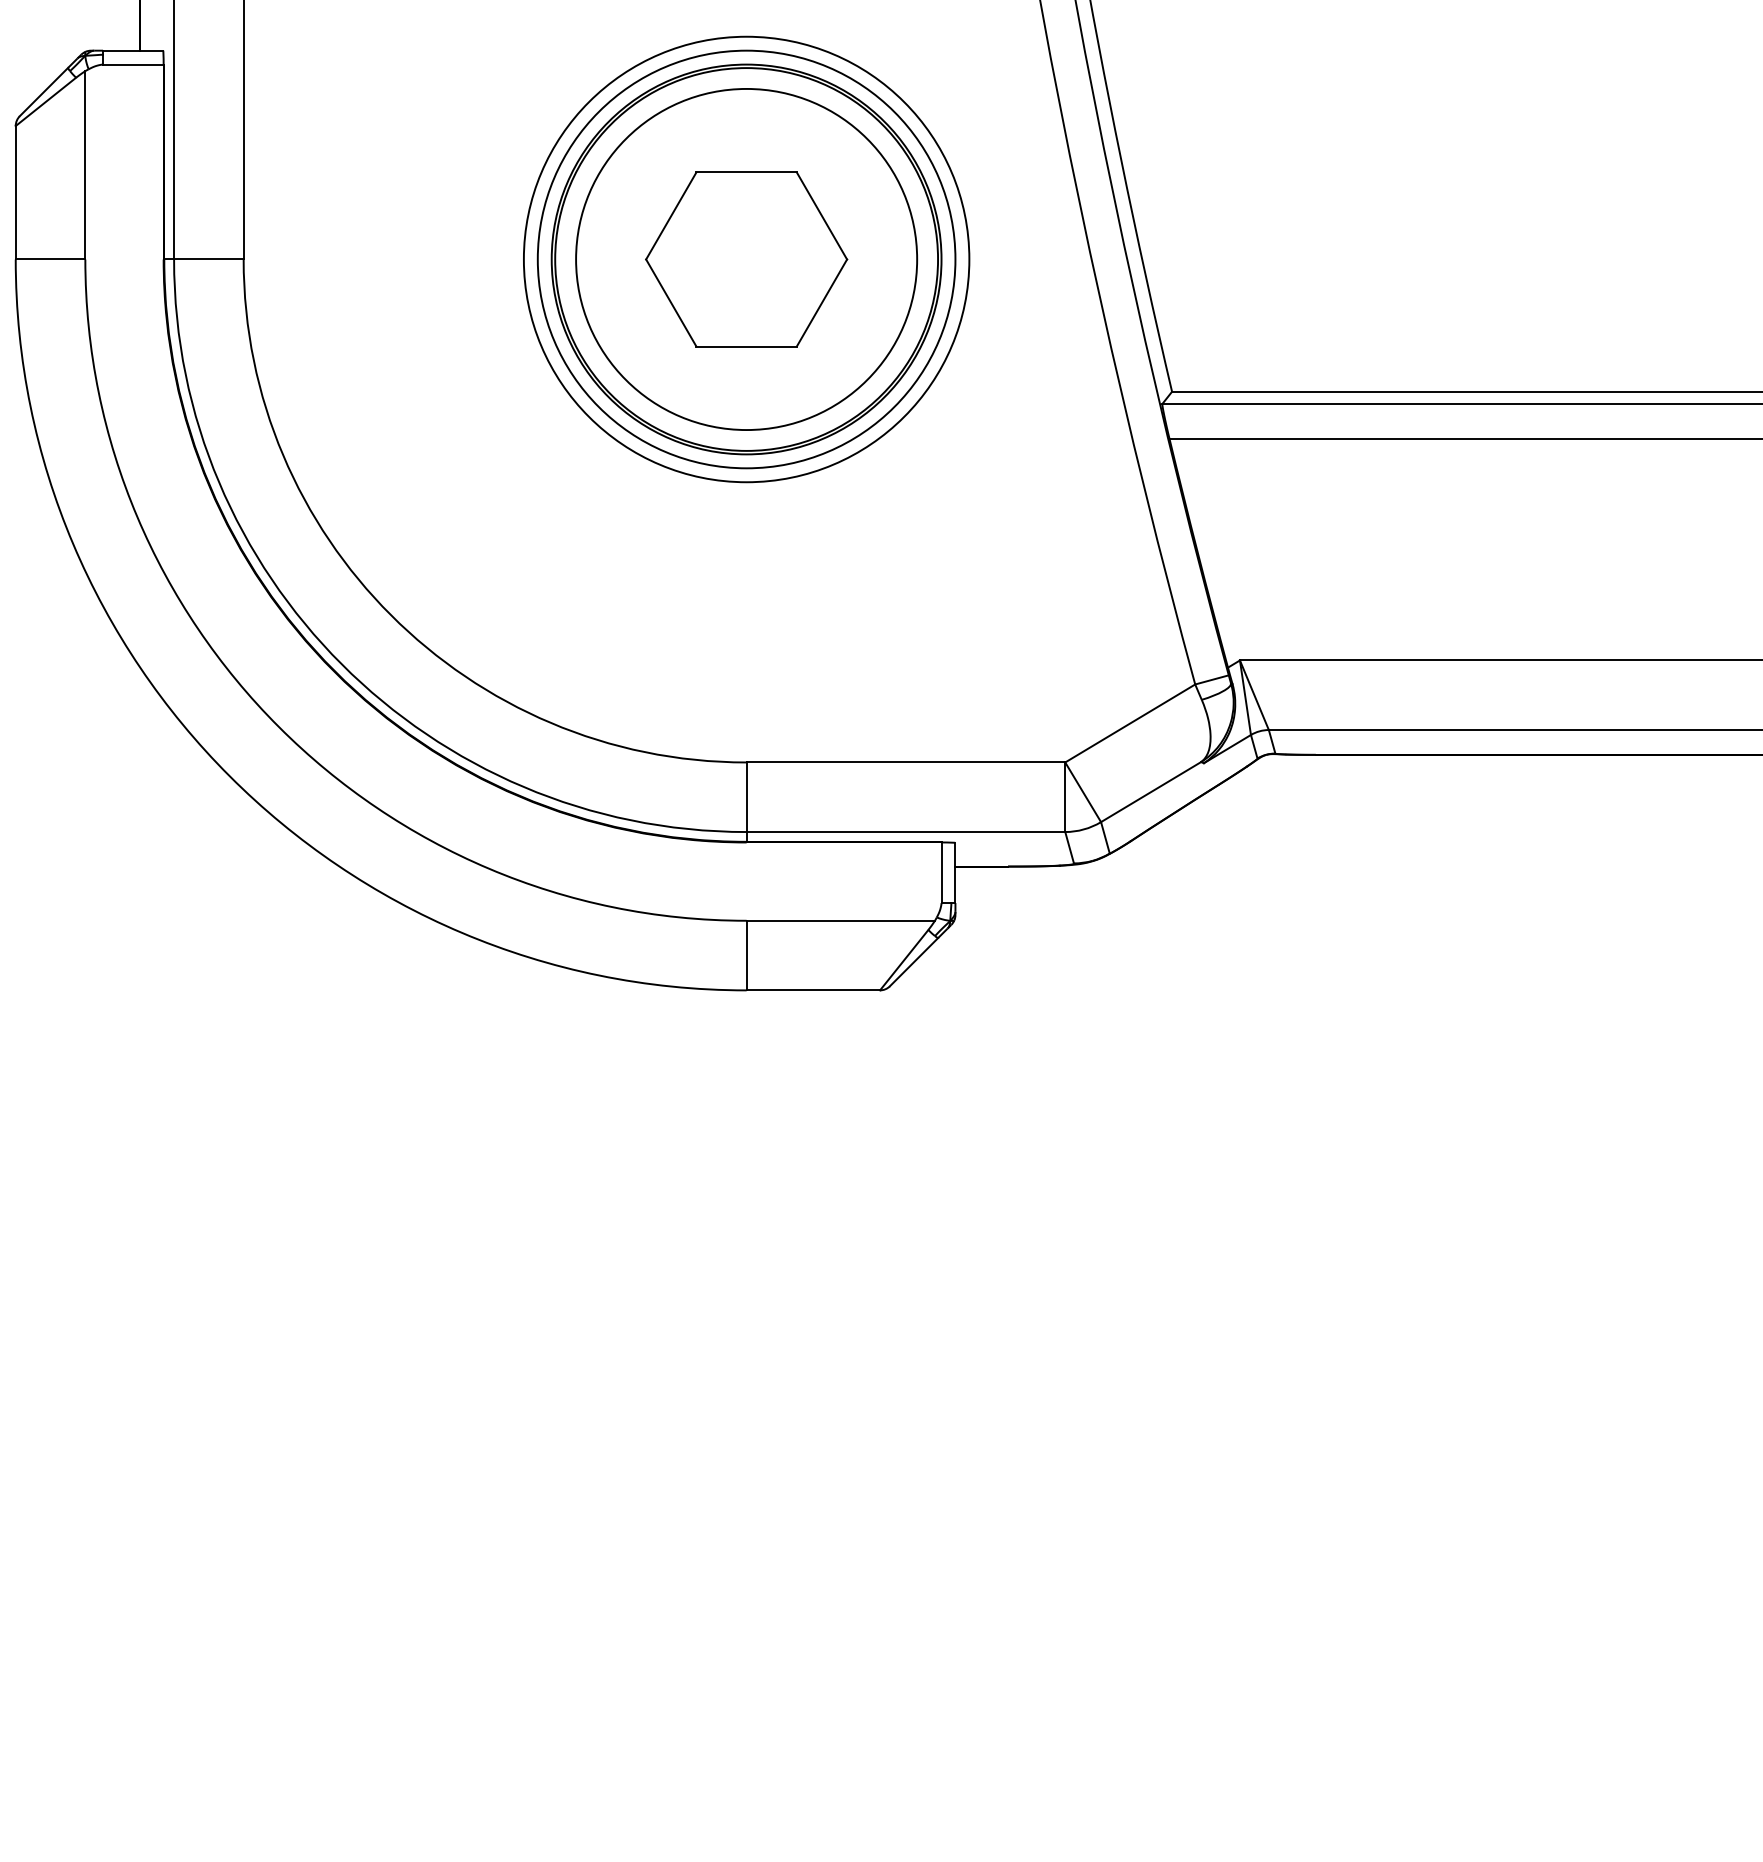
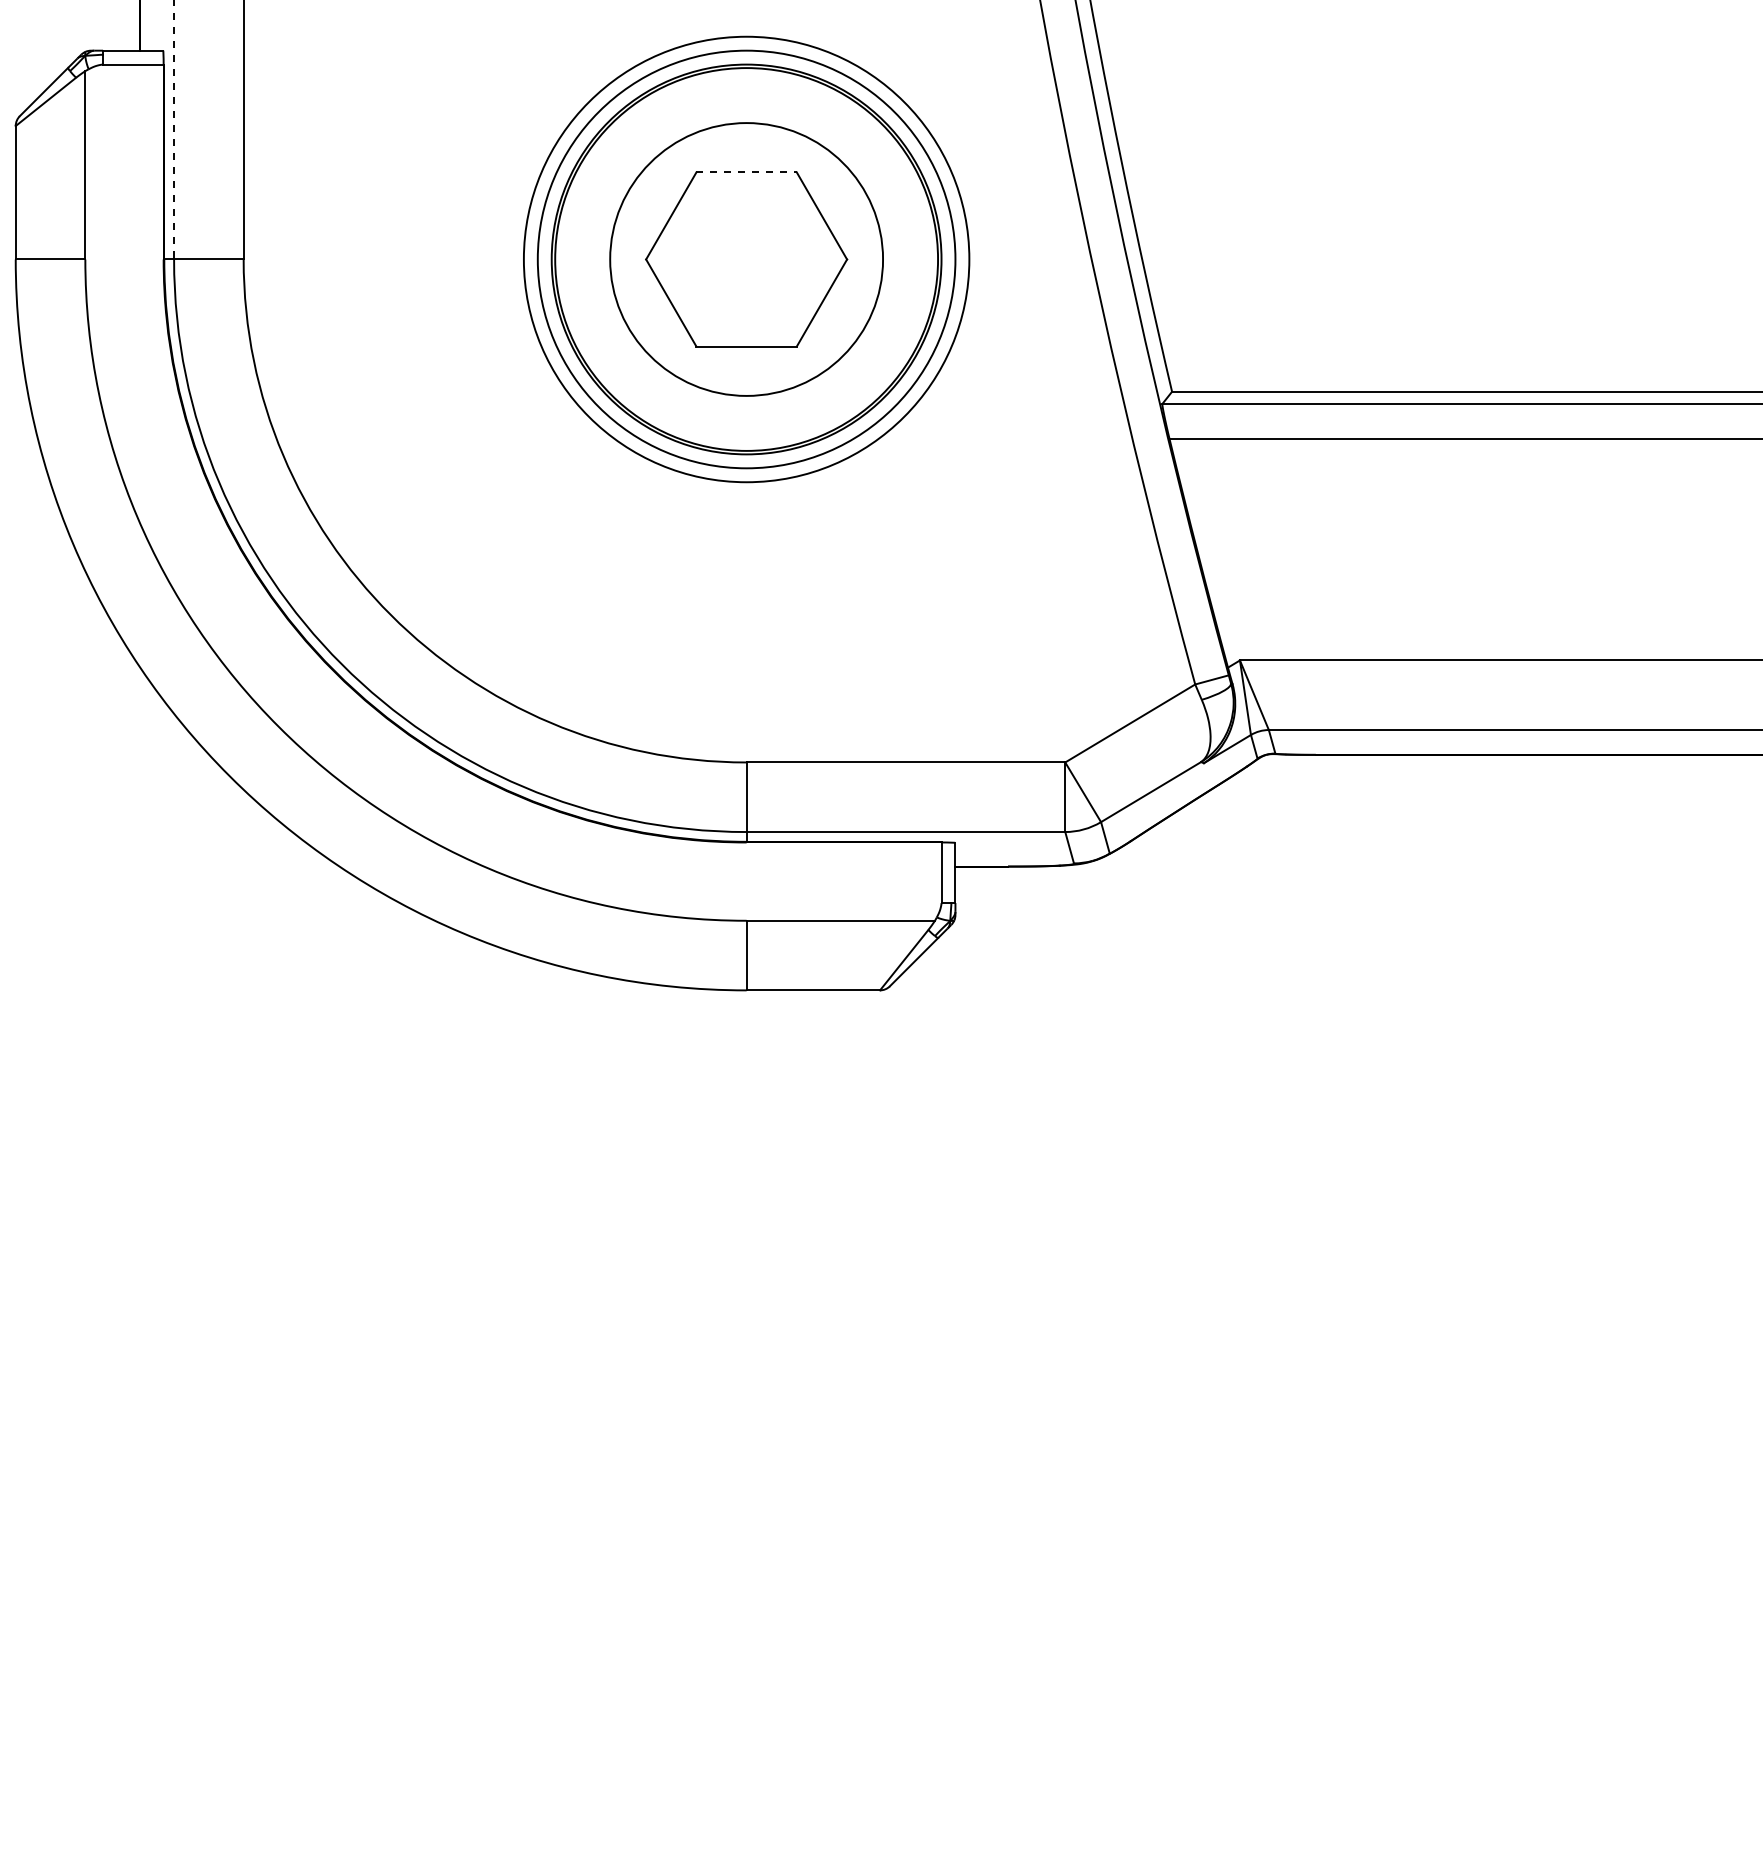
line at (174, 129): solid -> dashed
line at (747, 172): solid -> dashed
circle at (746, 259) diameter: 341 px -> 273 px
